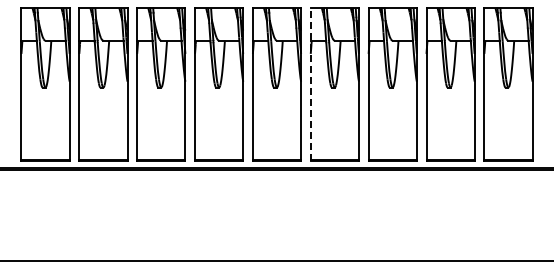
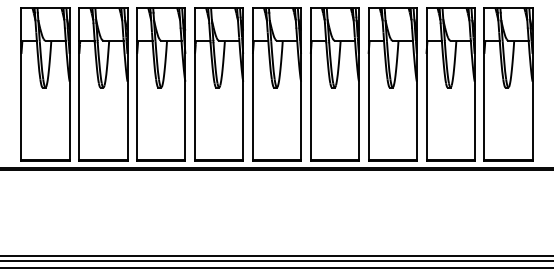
line at (310, 84): dashed -> solid
line at (276, 256): none -> present
line at (276, 267): none -> present
